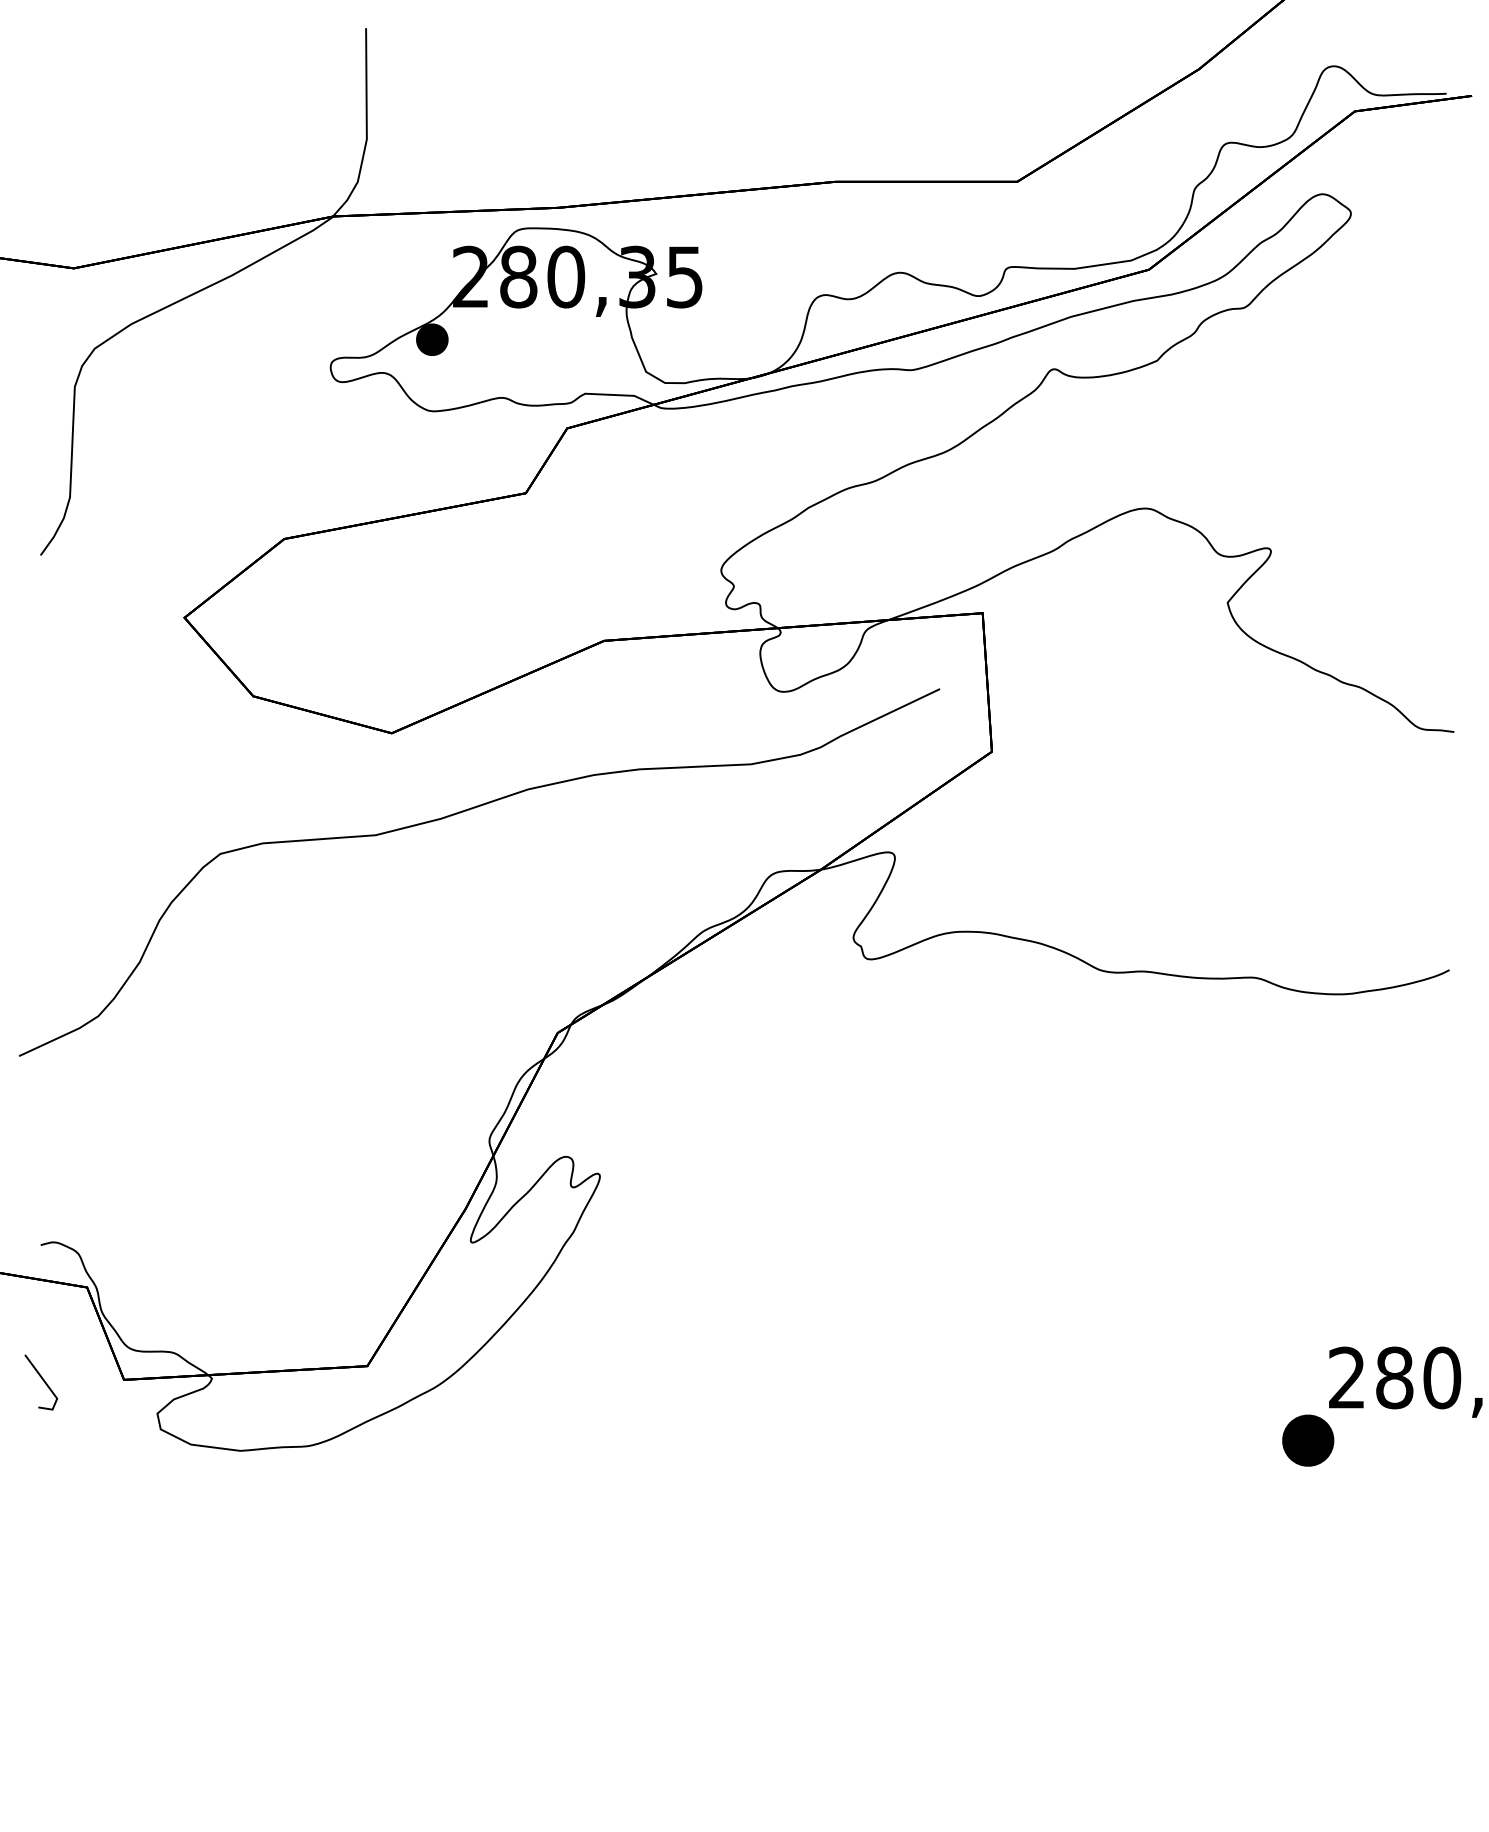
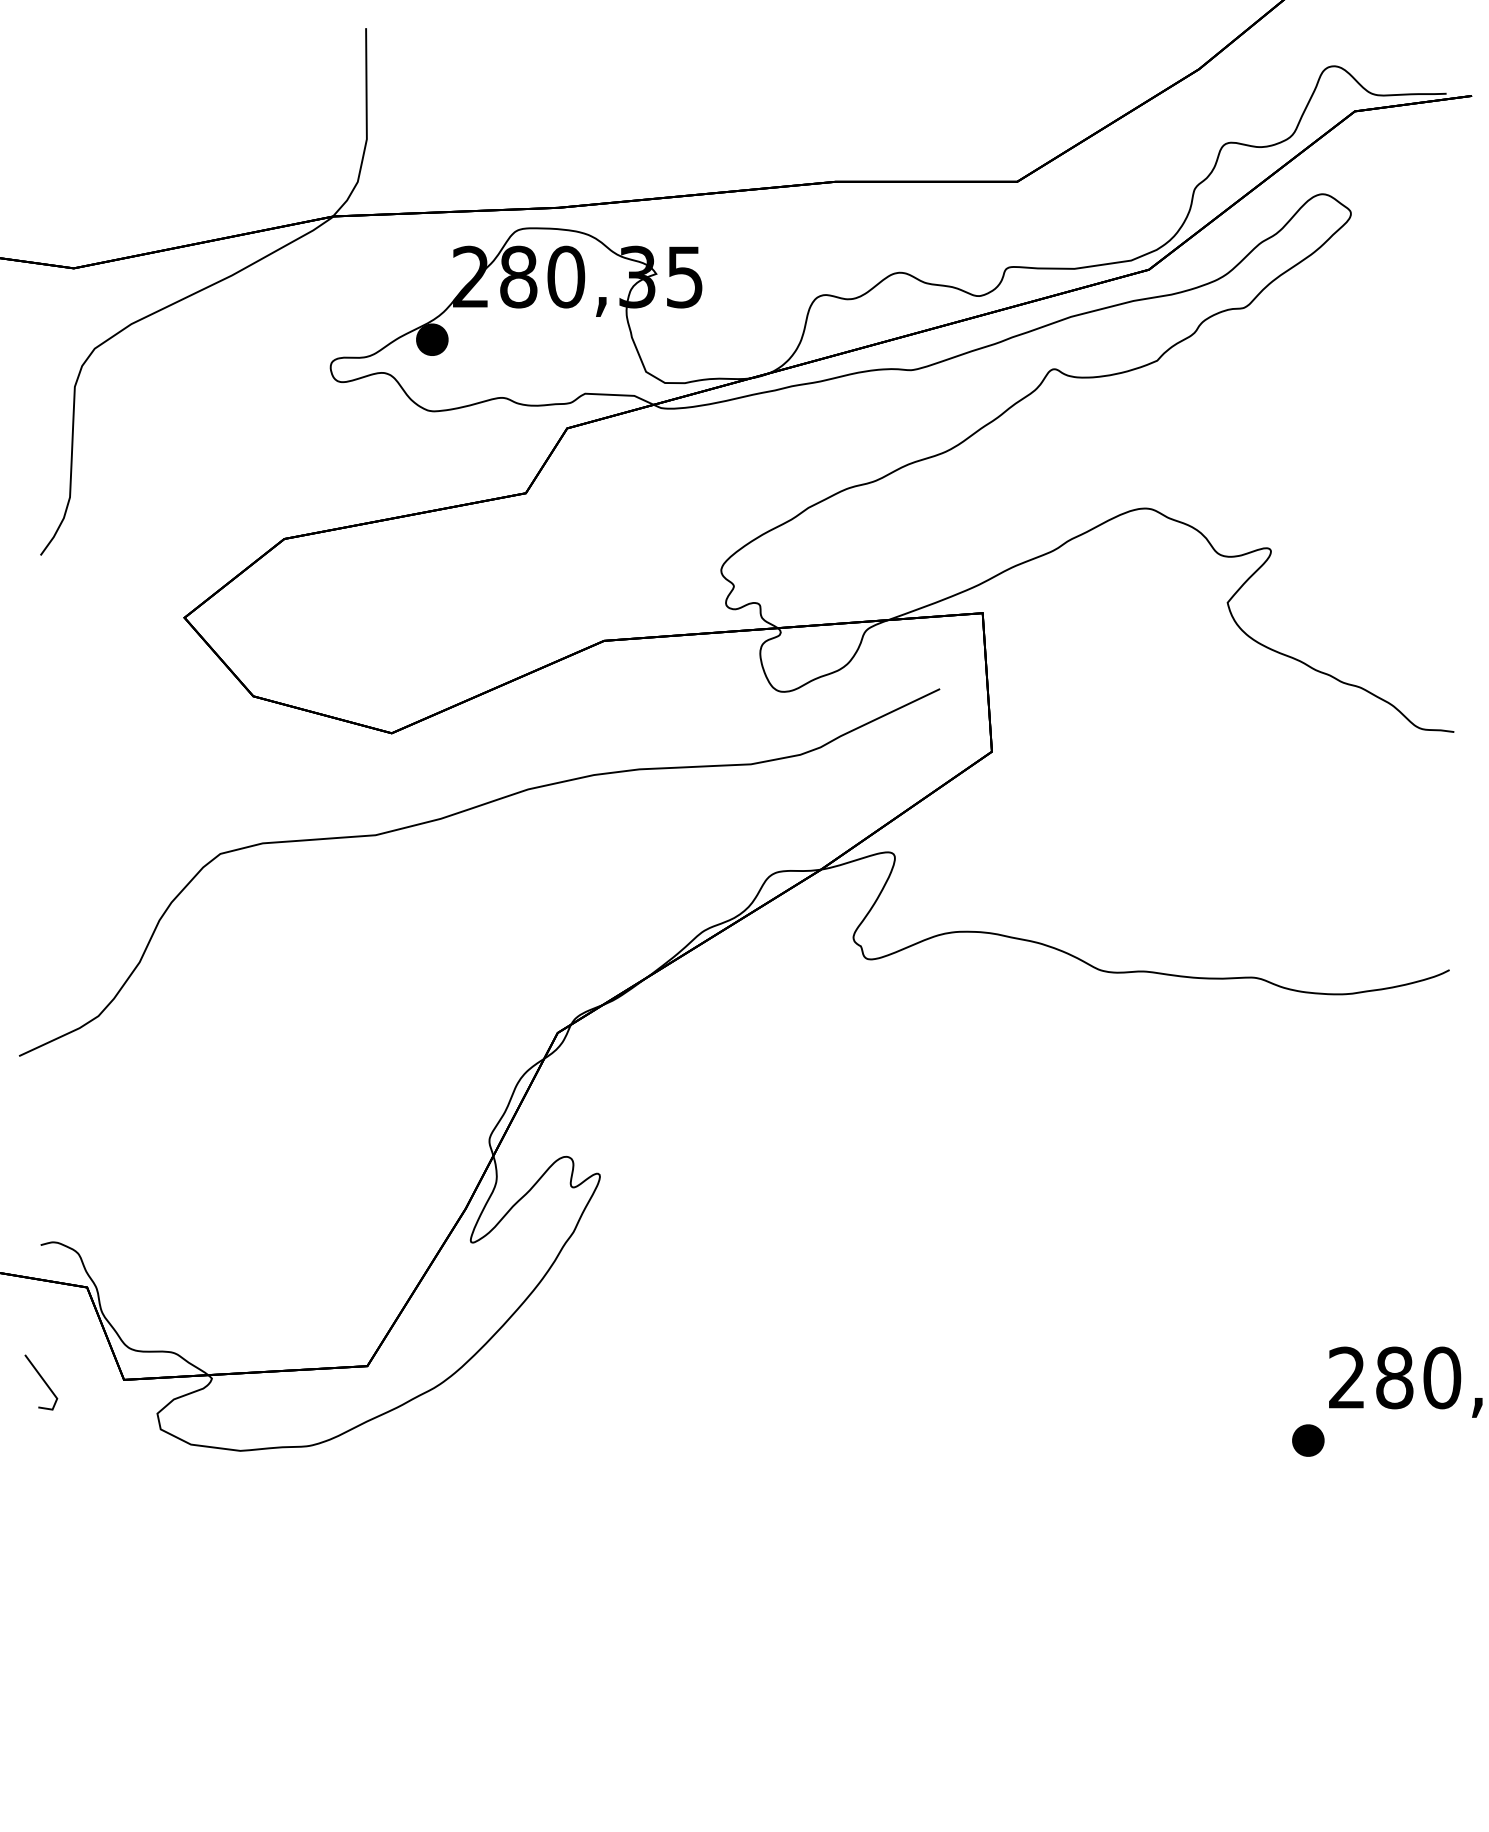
part at (1308, 1440) size: 53x53 px -> 33x33 px
